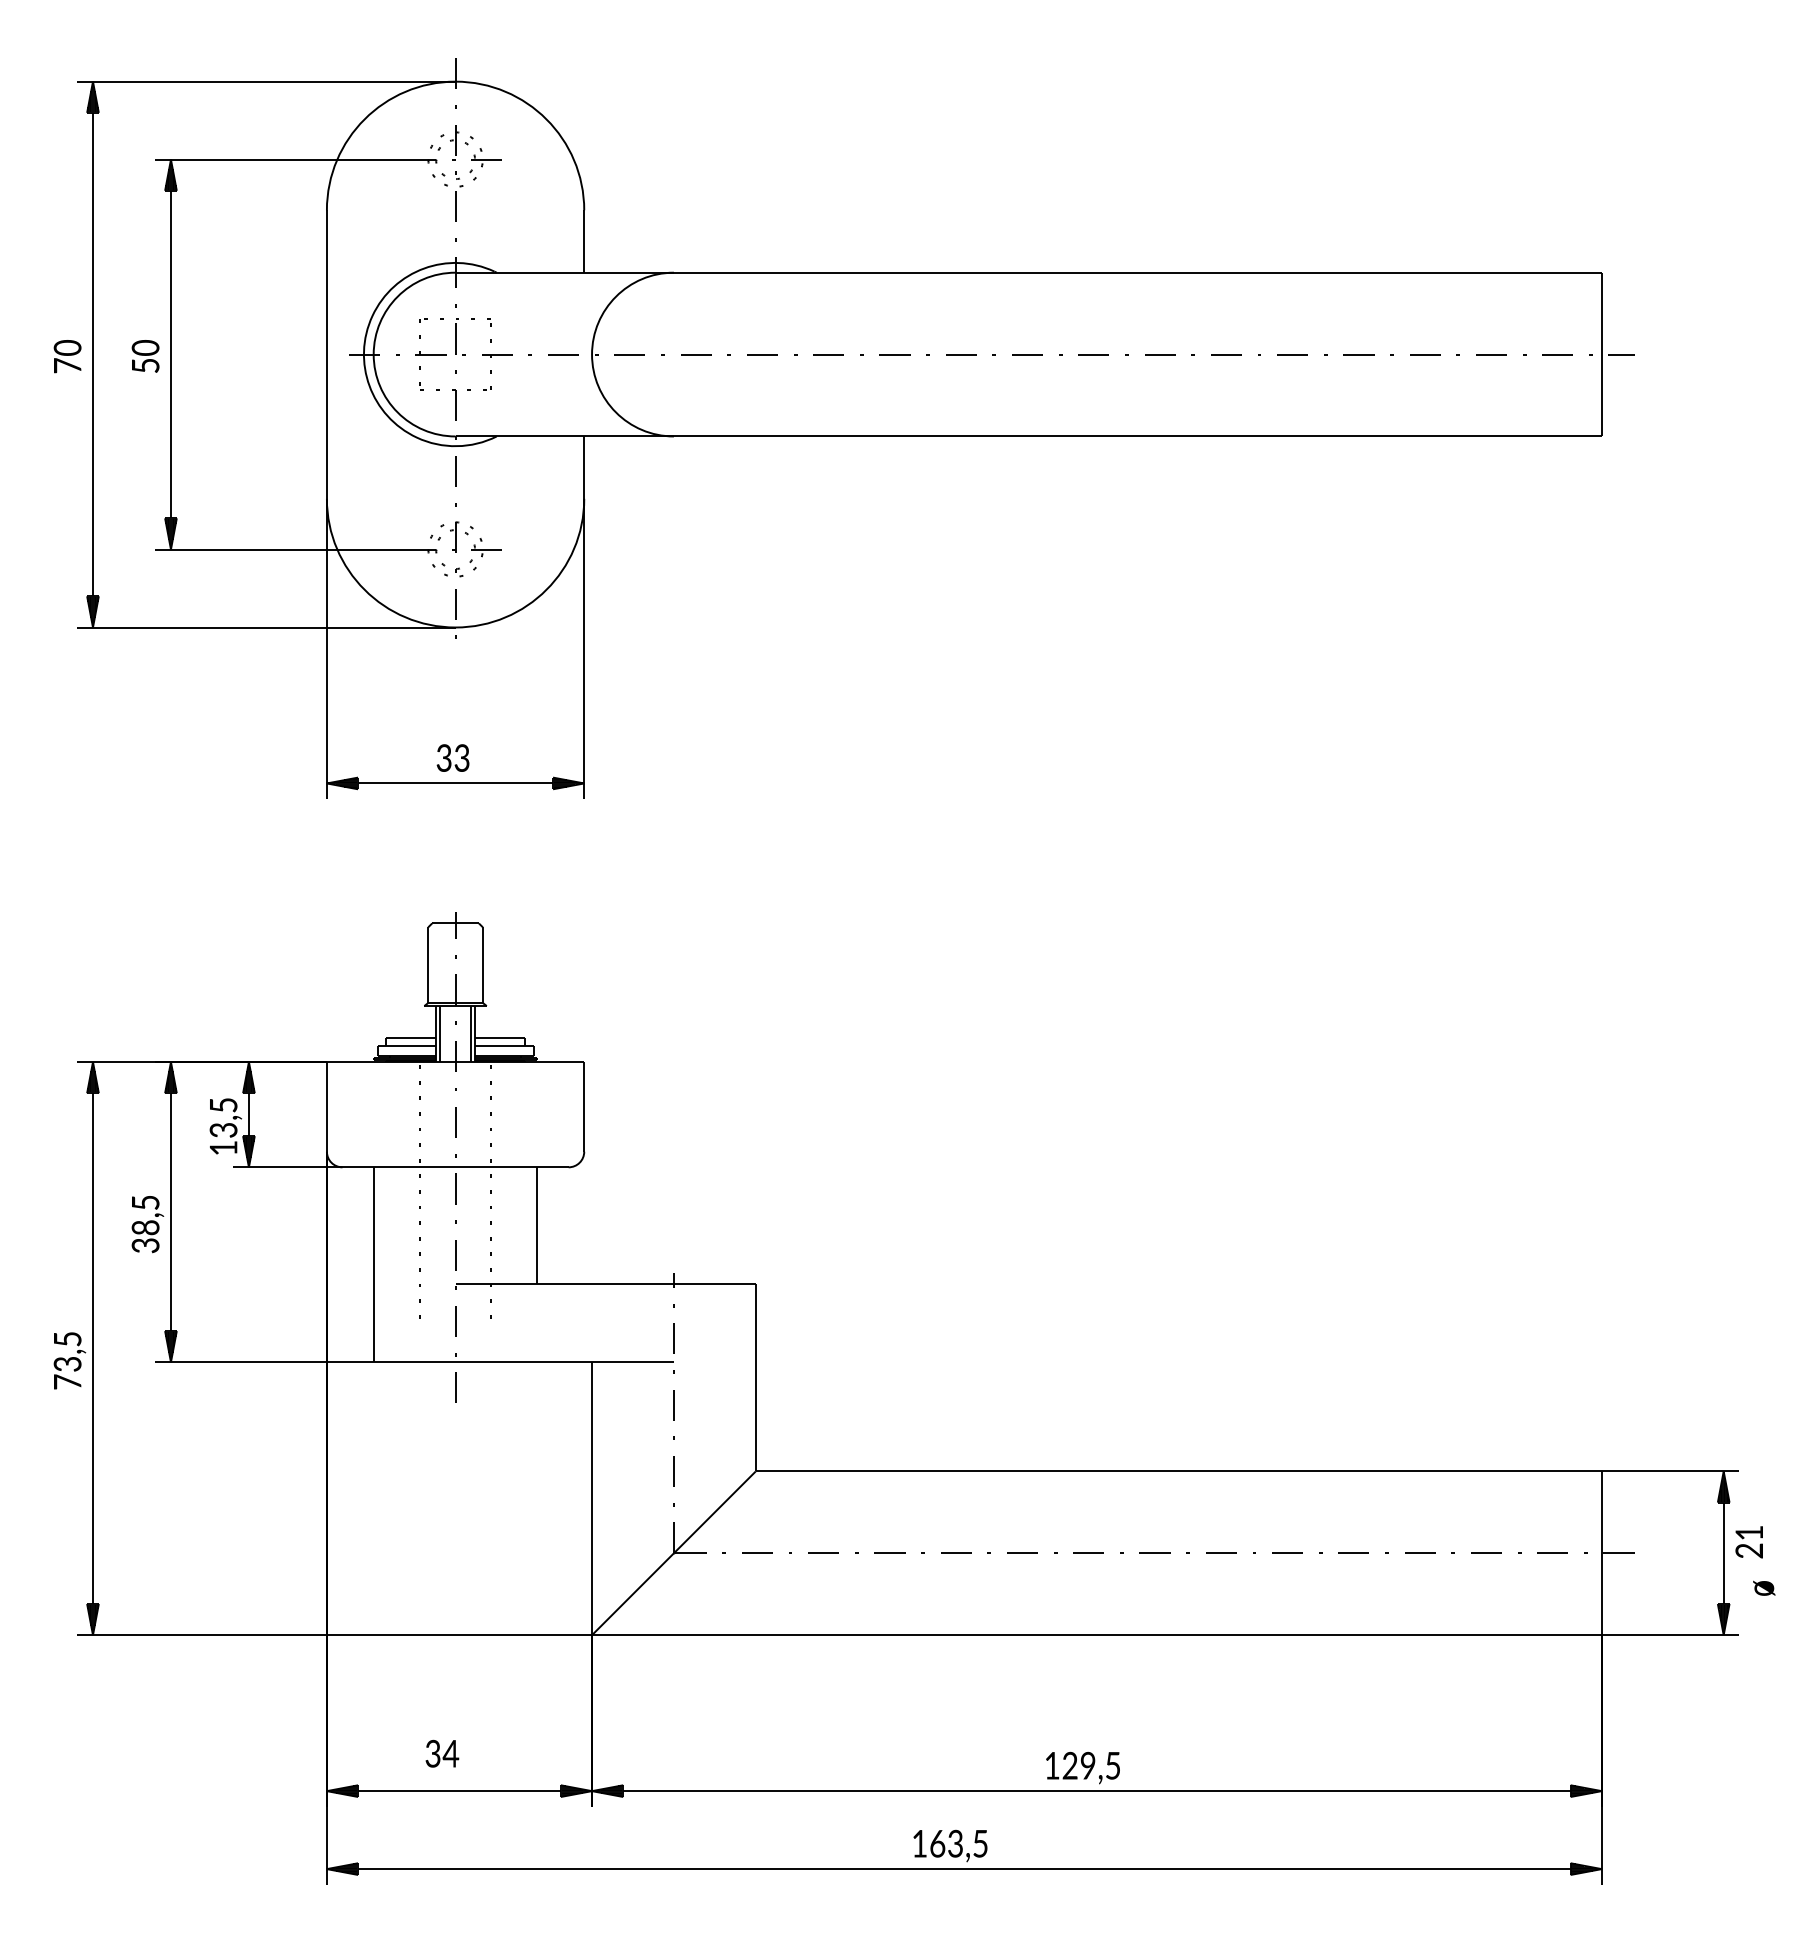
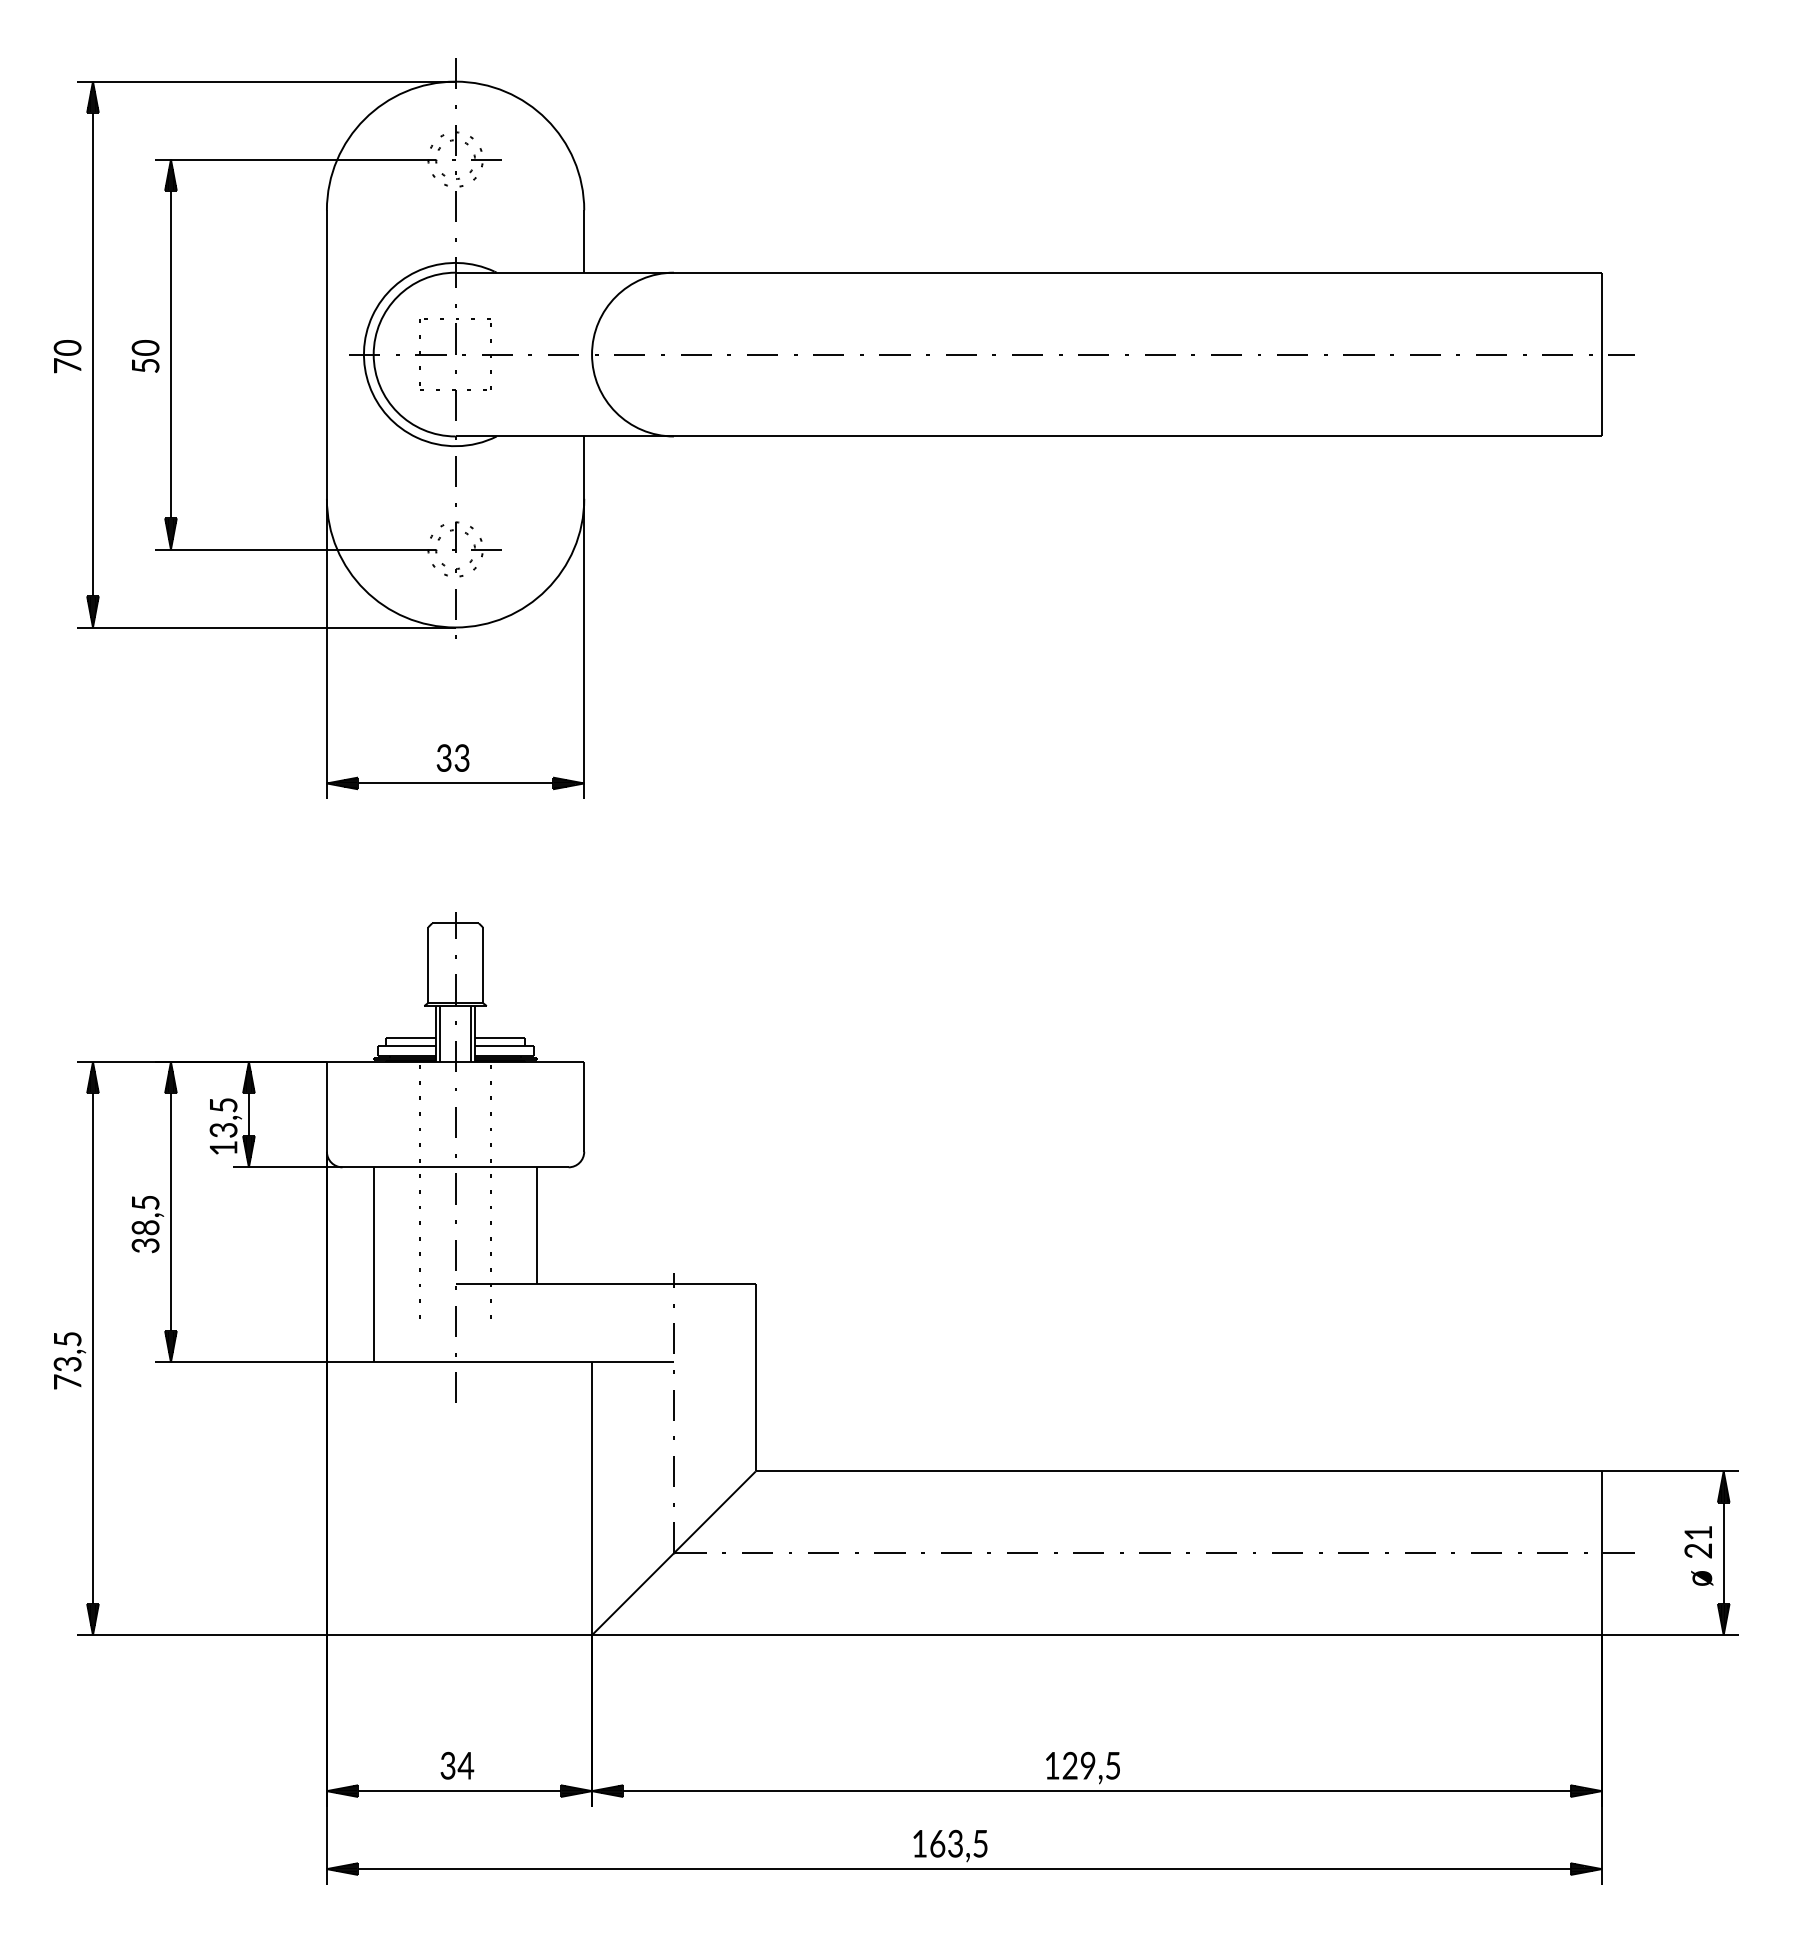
text at (1748, 1542) position: (1748, 1542) -> (1697, 1542)
text at (1764, 1587) position: (1764, 1587) -> (1702, 1577)
text at (442, 1753) position: (442, 1753) -> (457, 1765)
